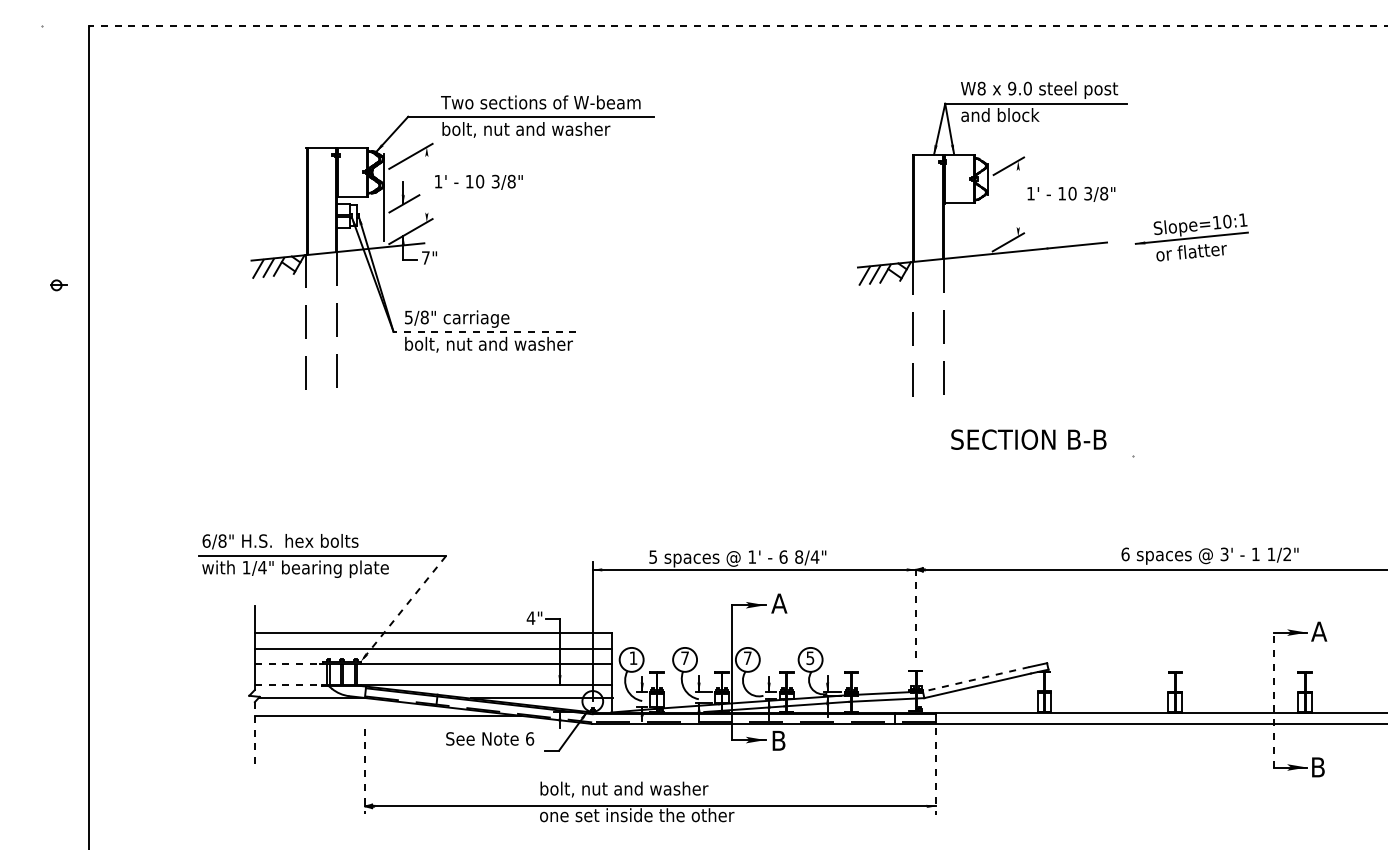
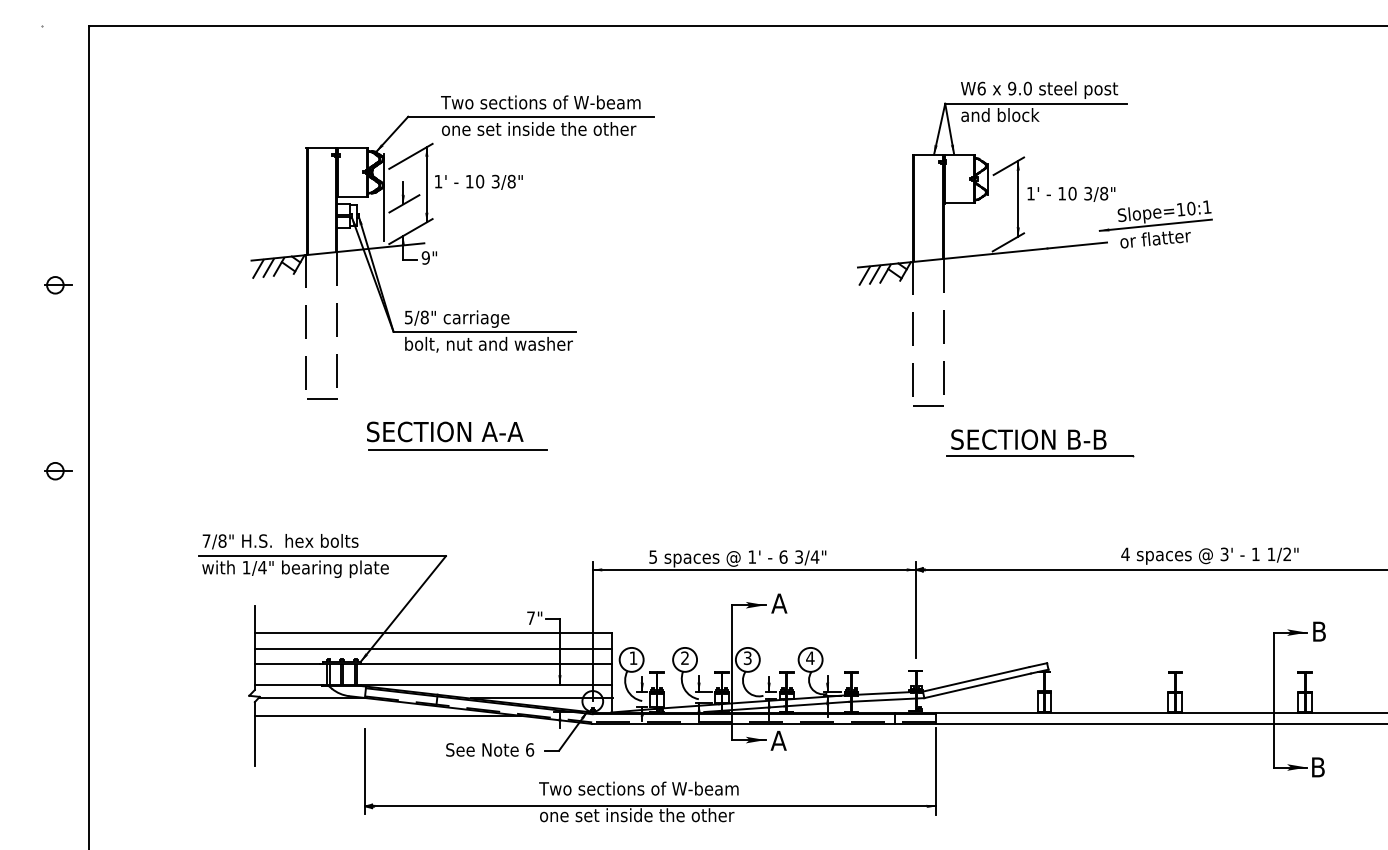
line at (737, 26): dashed -> solid
text at (981, 88): W8 -> W6
text at (539, 129): bolt, nut and washer -> one set inside the other
line at (426, 184): none -> present
line at (1018, 198): none -> present
part at (1191, 237) position: (1191, 237) -> (1155, 224)
text at (425, 257): 7" -> 9"
part at (58, 285) size: 18x13 px -> 29x19 px
line at (484, 331): dashed -> solid
line at (322, 398): none -> present
line at (928, 405): none -> present
part at (457, 435): none -> present
line at (1039, 456): none -> present
part at (58, 471): none -> present
text at (206, 540): 6/8" -> 7/8"
text at (1125, 554): 6 -> 4
text at (799, 556): 8/4" -> 3/4"
line at (403, 608): dashed -> solid
line at (916, 609): dashed -> solid
text at (530, 617): 4" -> 7"
text at (1319, 631): A -> B
text at (684, 657): 7 -> 2
text at (747, 658): 7 -> 3
text at (810, 658): 5 -> 4
line at (287, 663): dashed -> solid
line at (976, 679): dashed -> solid
line at (289, 684): dashed -> solid
line at (1273, 699): dashed -> solid
line at (254, 734): dashed -> solid
text at (490, 738) position: (490, 738) -> (490, 749)
text at (778, 740): B -> A
line at (365, 771): dashed -> solid
line at (936, 771): dashed -> solid
text at (638, 789): bolt, nut and washer -> Two sections of W-beam
